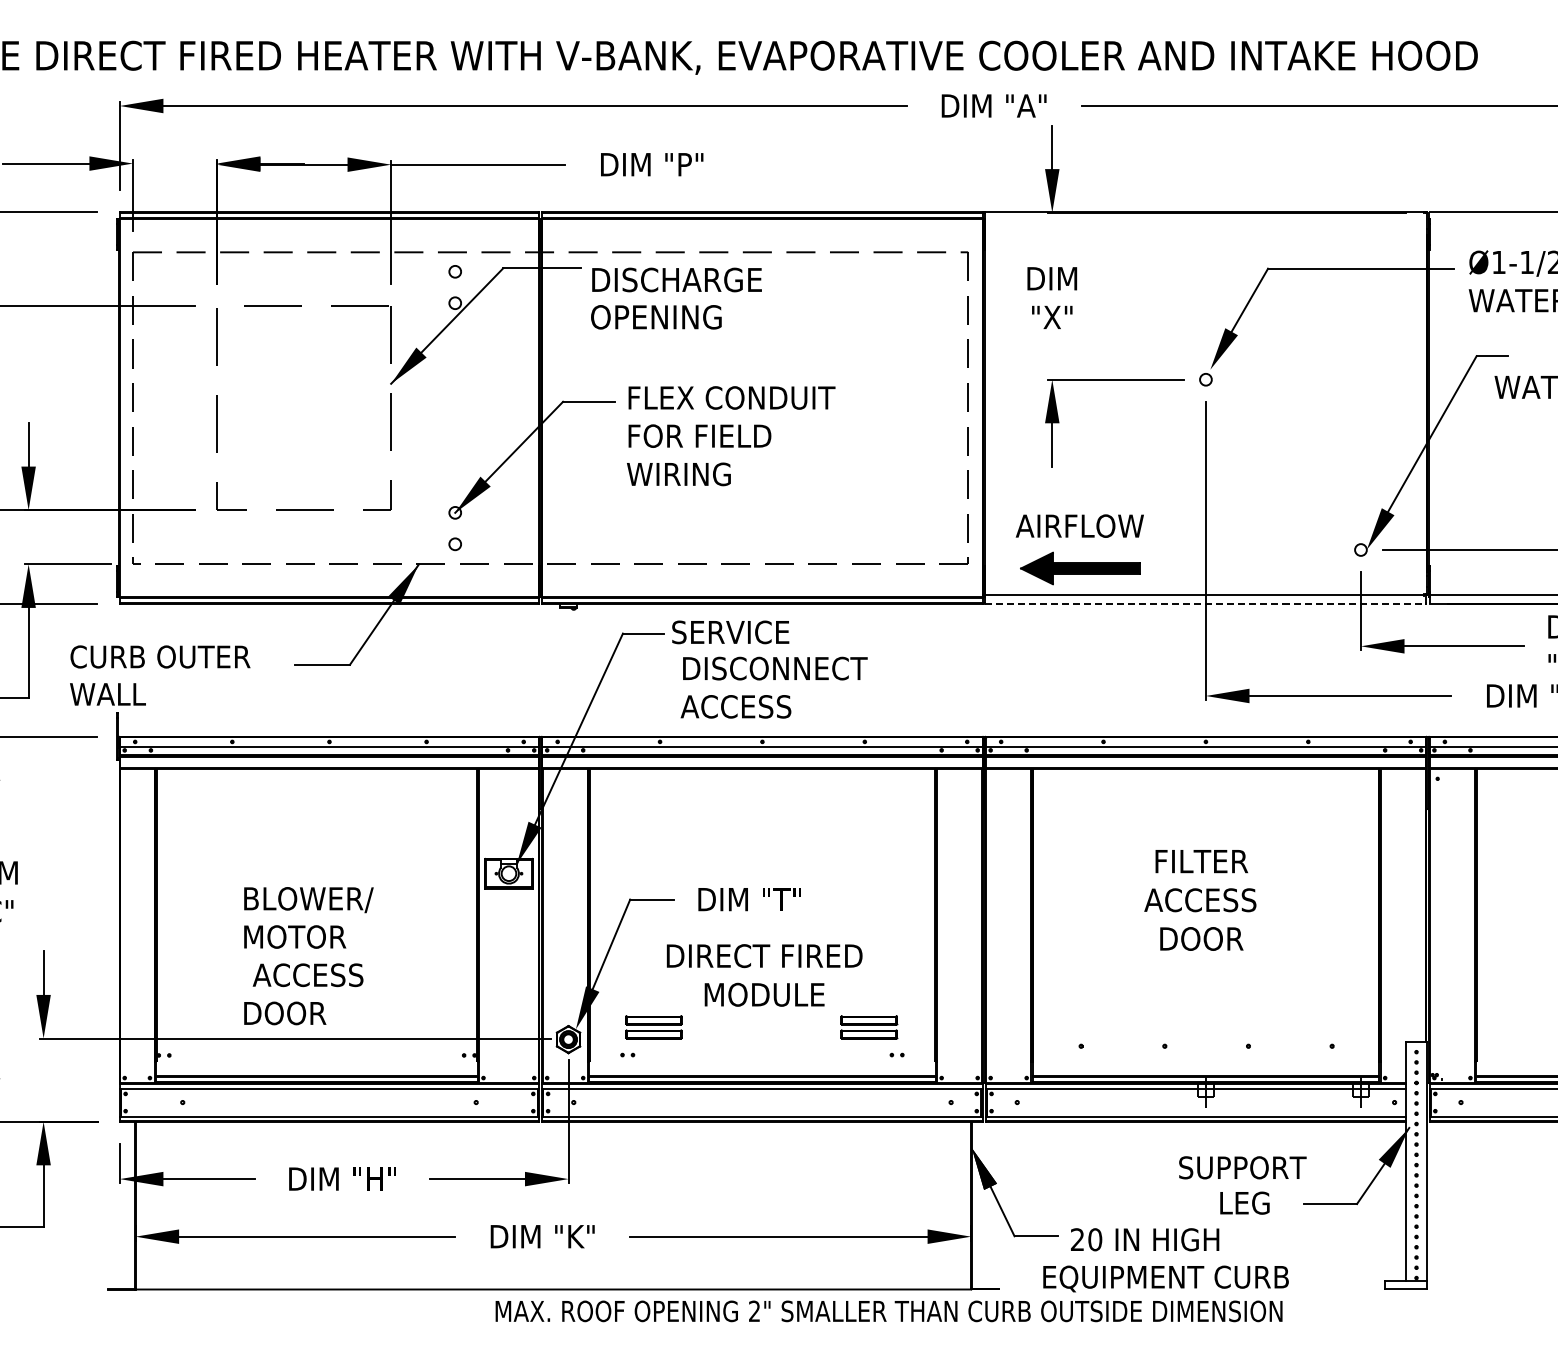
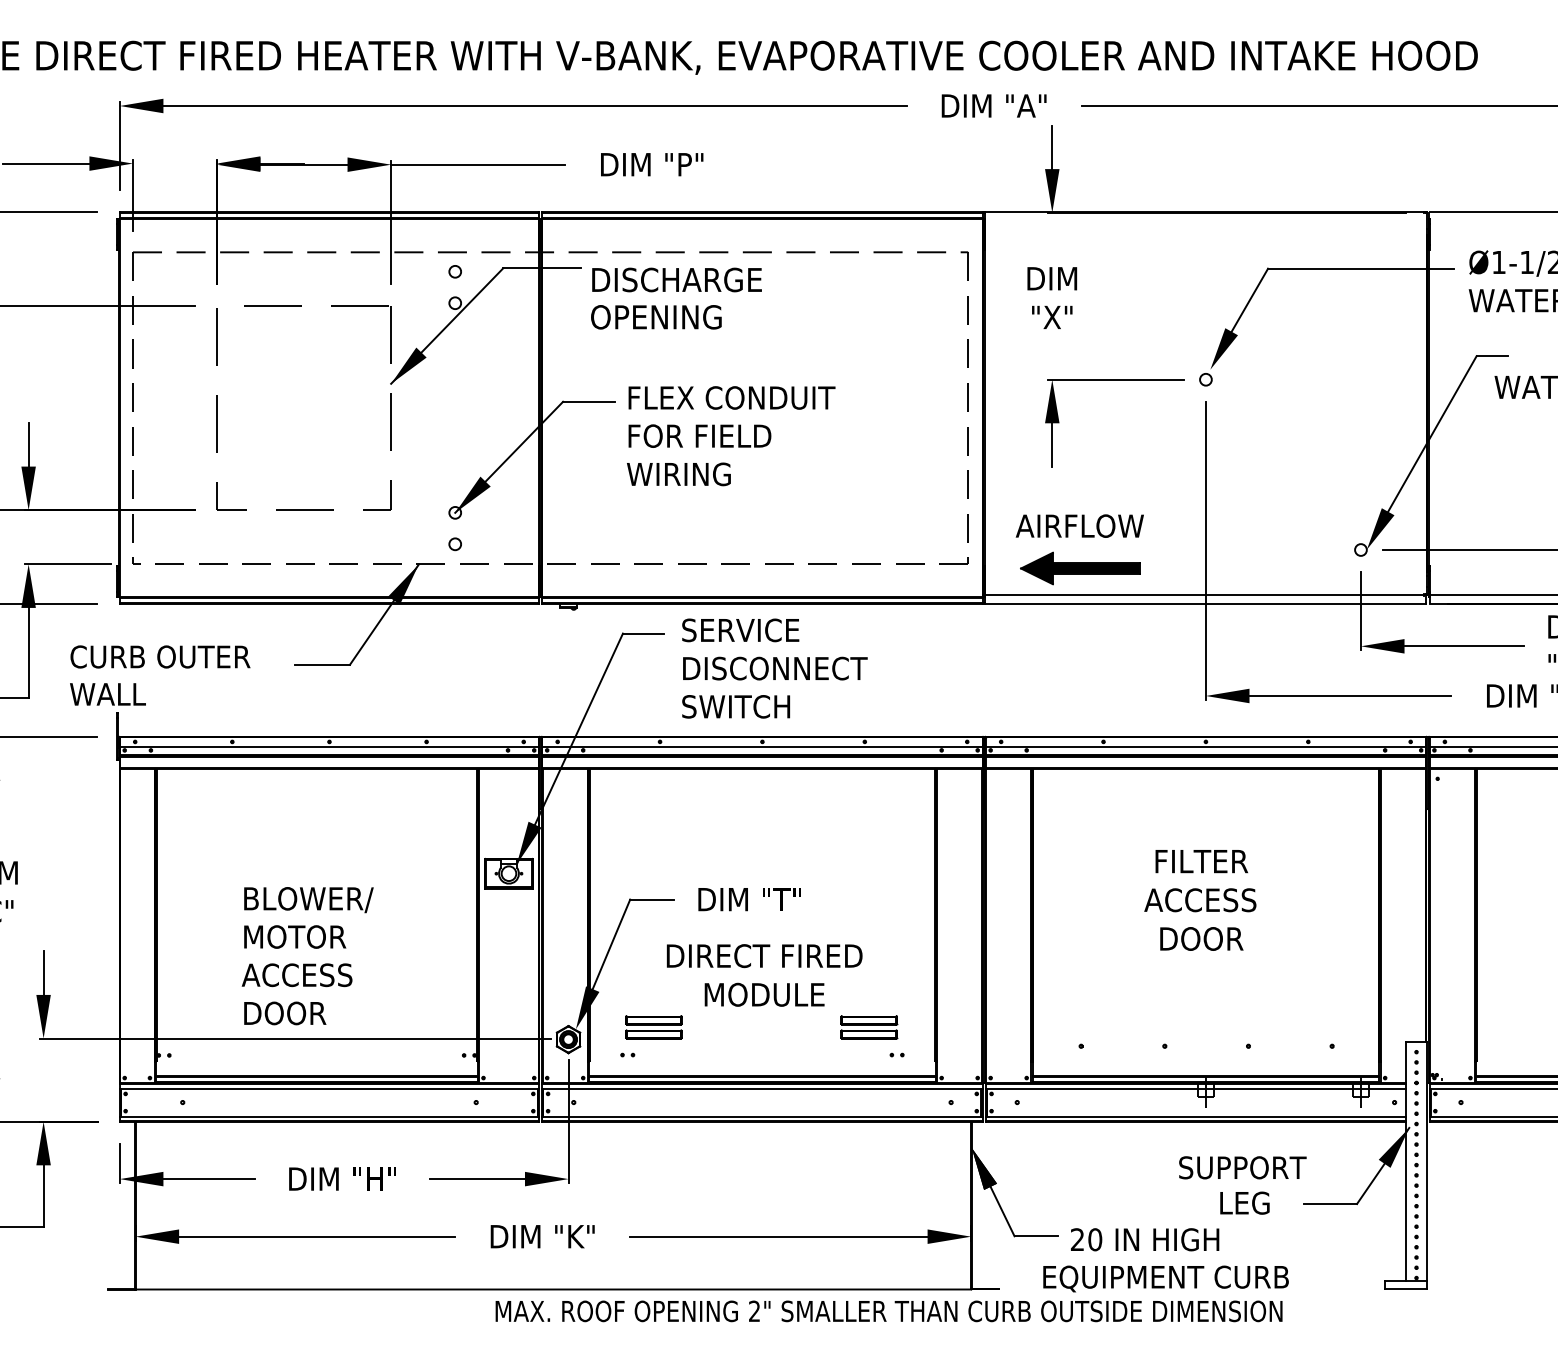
line at (1206, 604): dashed -> solid
text at (730, 632) position: (730, 632) -> (740, 630)
text at (735, 706): ACCESS -> SWITCH
text at (307, 975) position: (307, 975) -> (296, 975)
